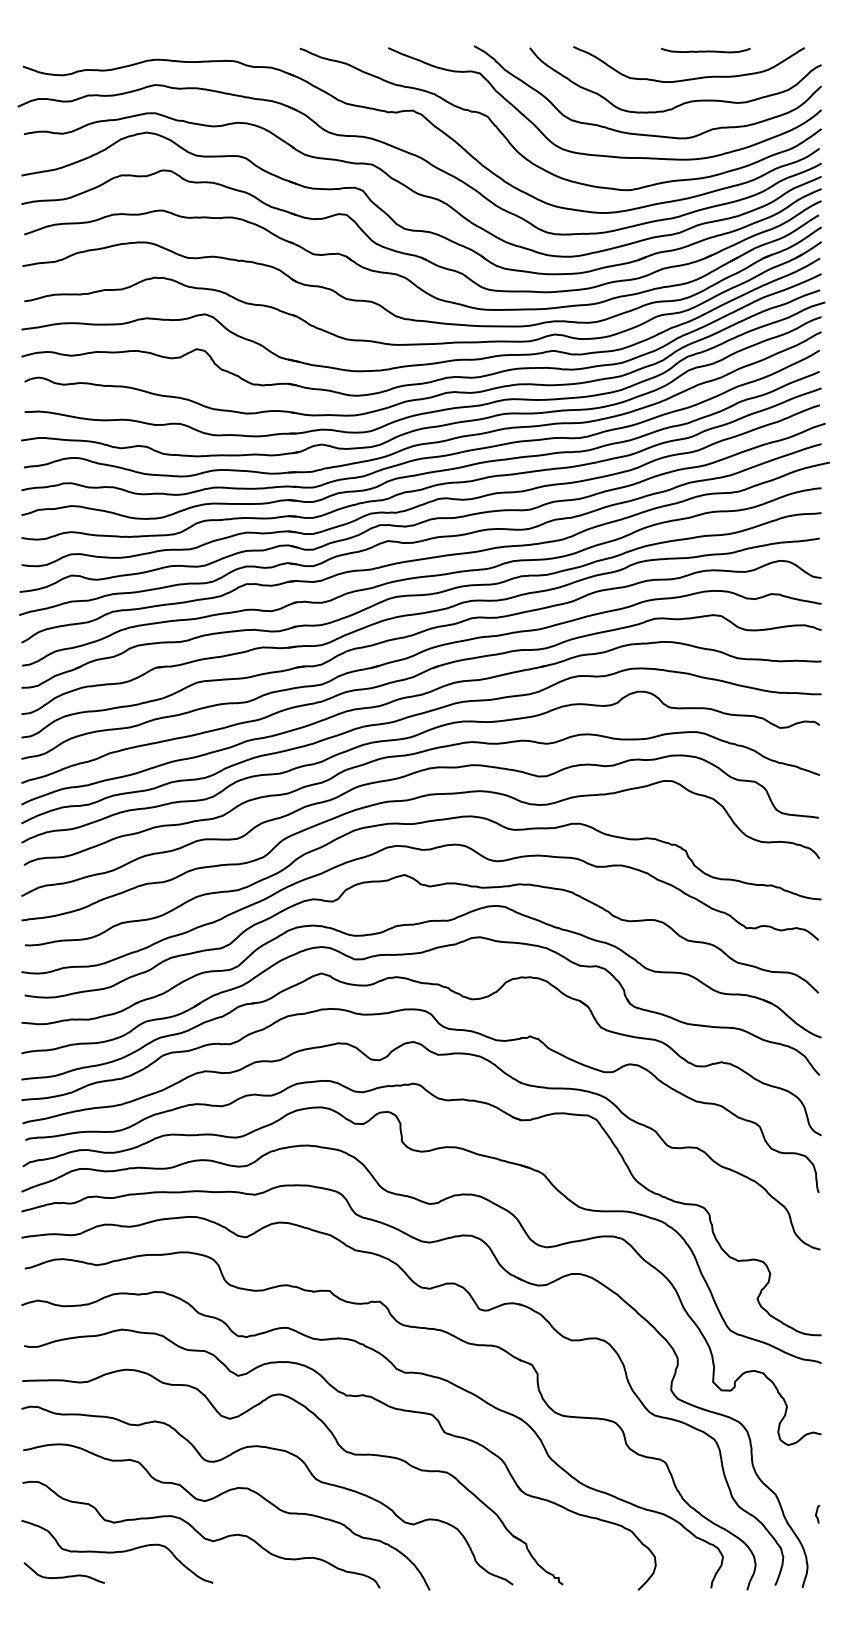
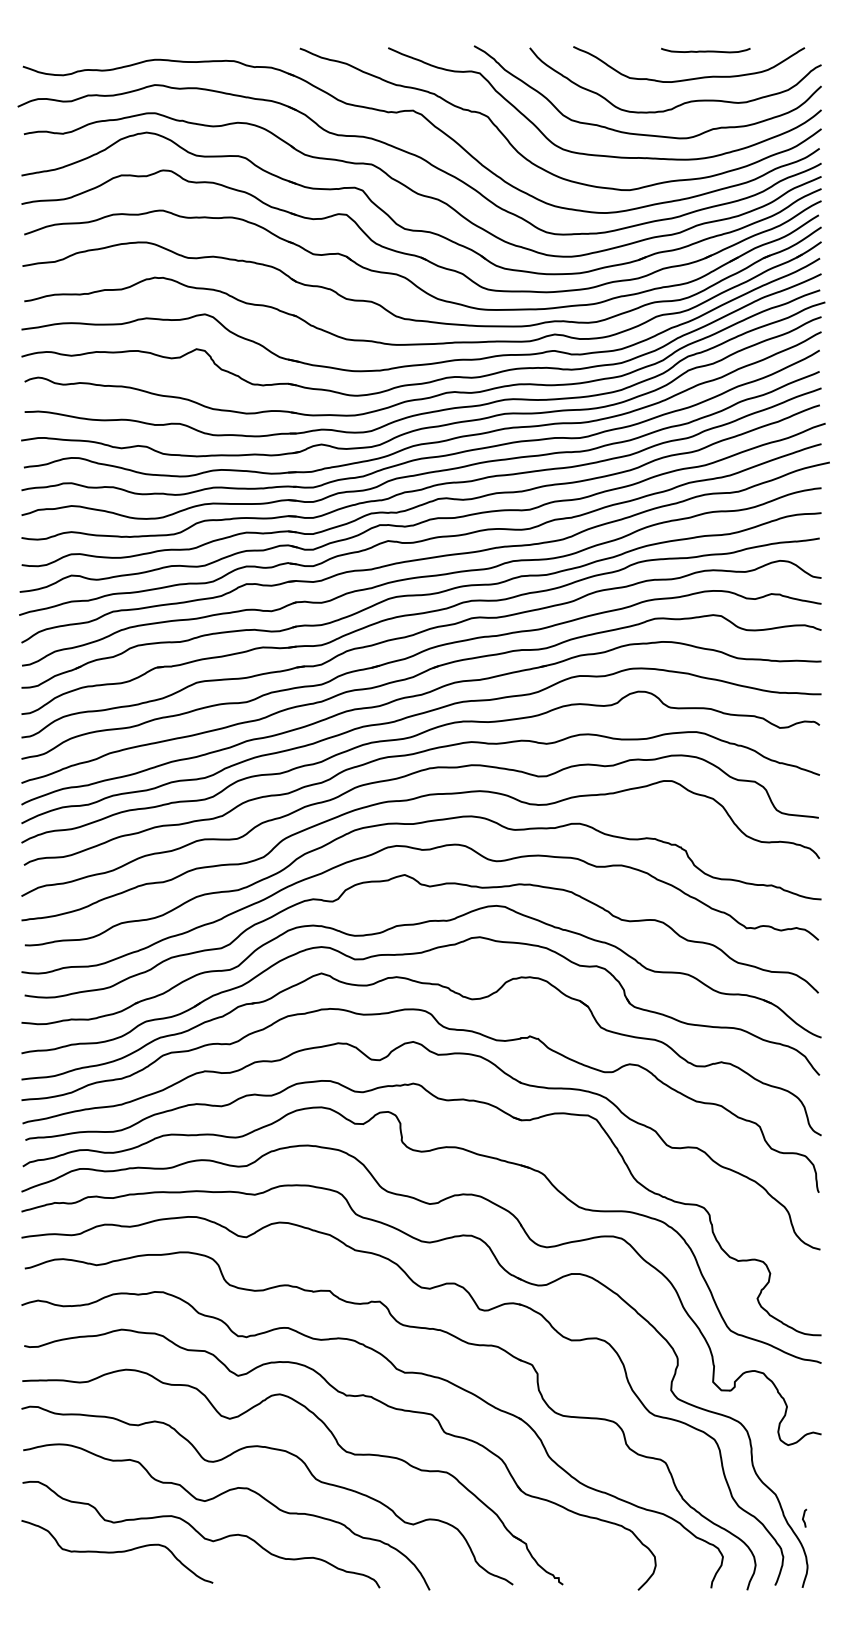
curve at (817, 1513) position: (817, 1513) -> (804, 1517)
curve at (63, 1576): present -> none
